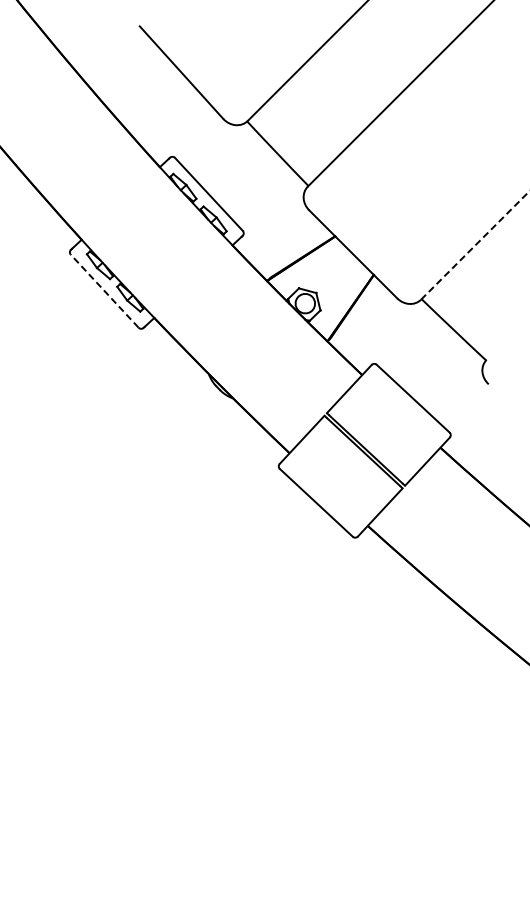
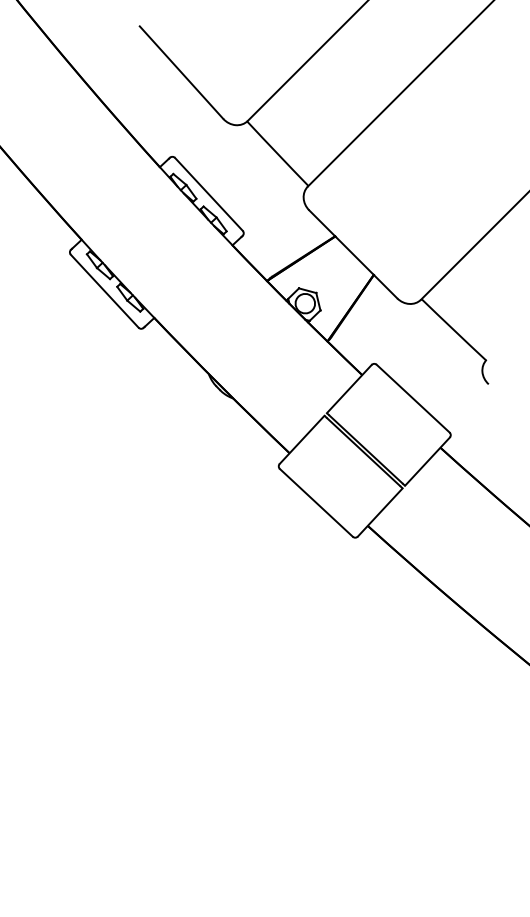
line at (475, 245): dashed -> solid
line at (104, 291): dashed -> solid
